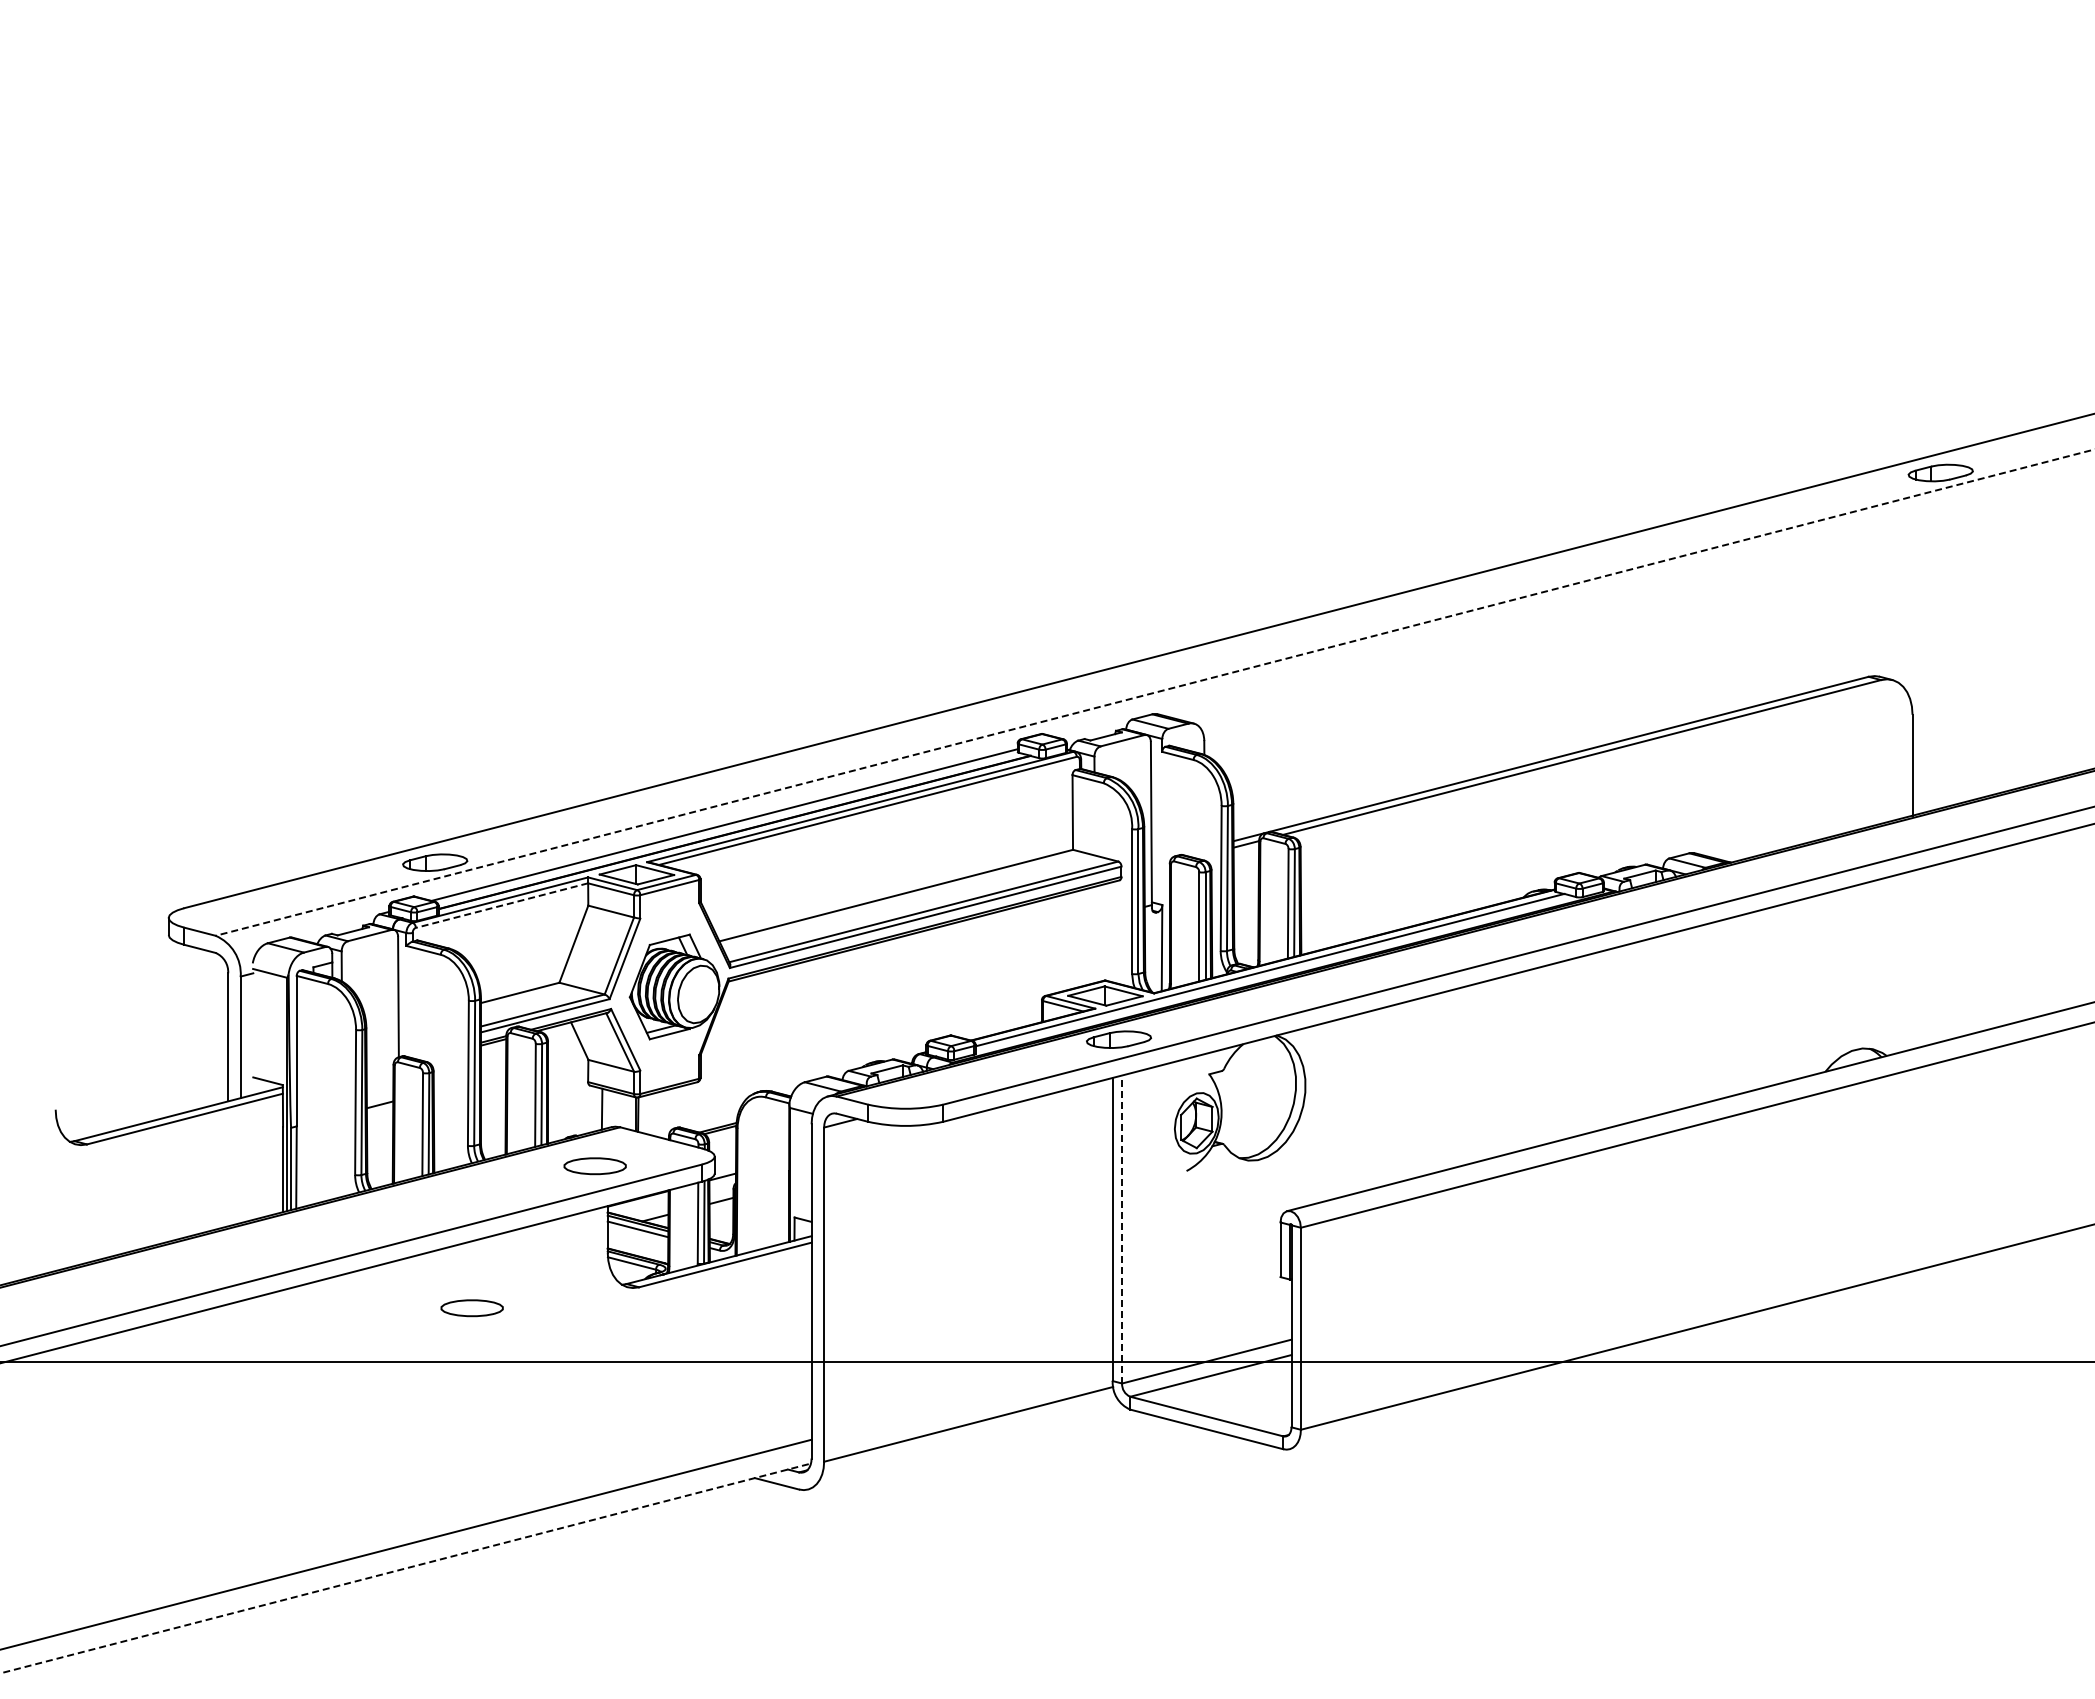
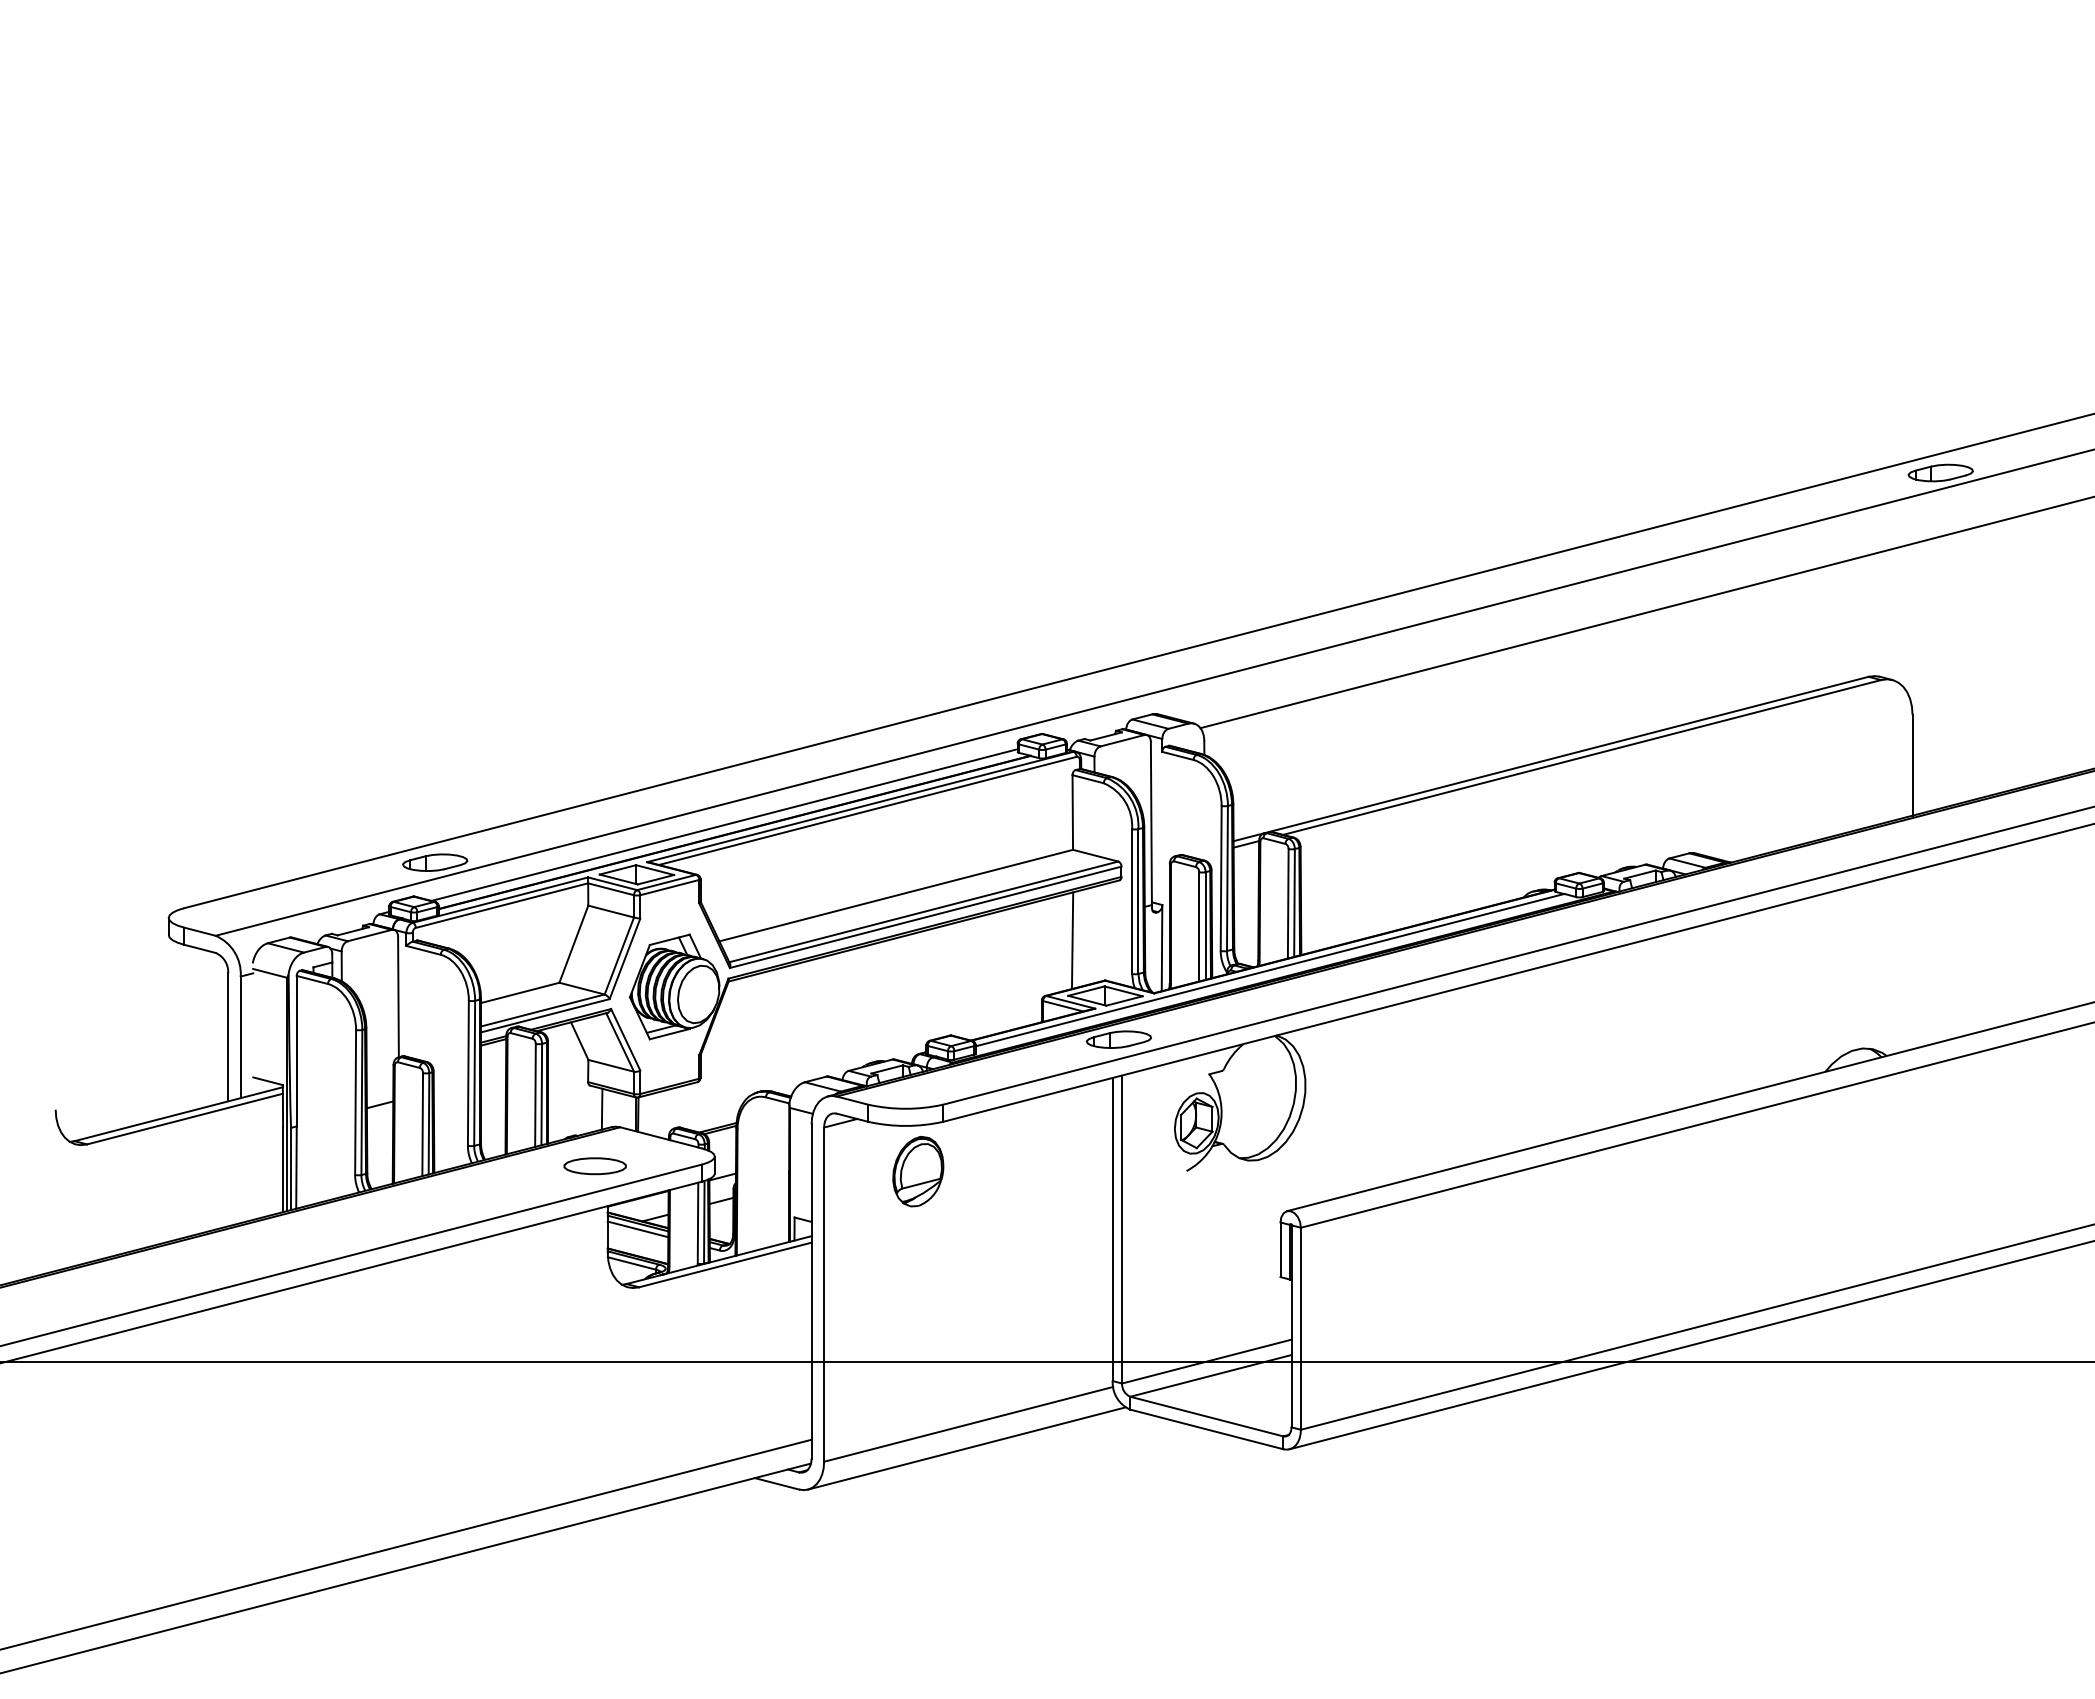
line at (1645, 612): none -> present
line at (1154, 692): dashed -> solid
line at (501, 905): dashed -> solid
line at (1072, 940): none -> present
part at (918, 1171): none -> present
line at (1122, 1229): dashed -> solid
part at (471, 1308): present -> none
line at (1690, 1345): none -> present
line at (966, 1448): none -> present
line at (406, 1568): dashed -> solid
